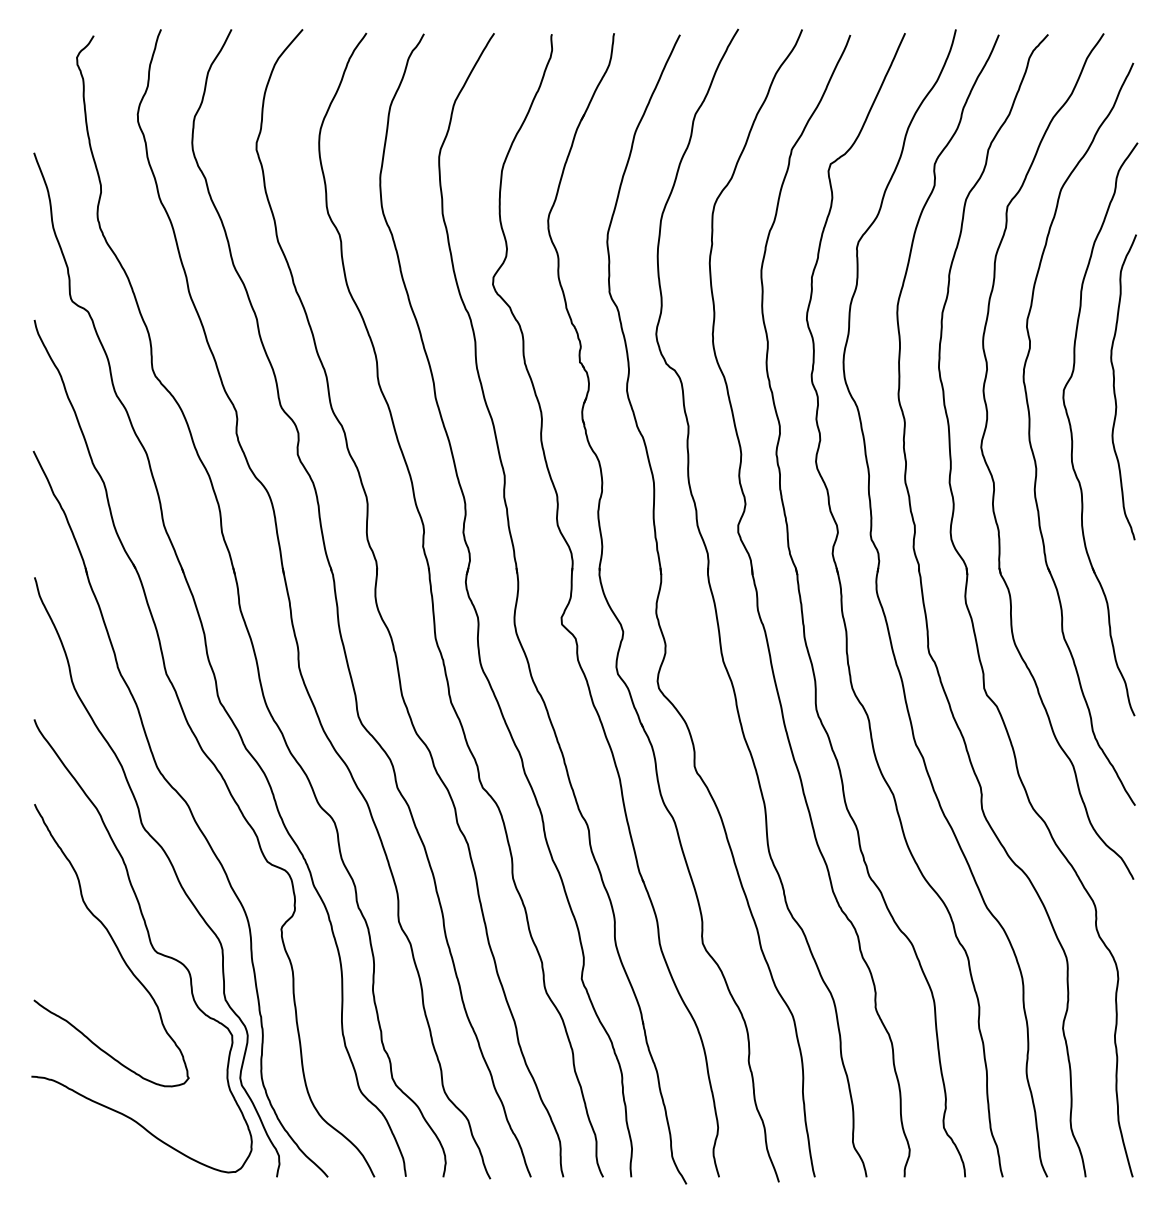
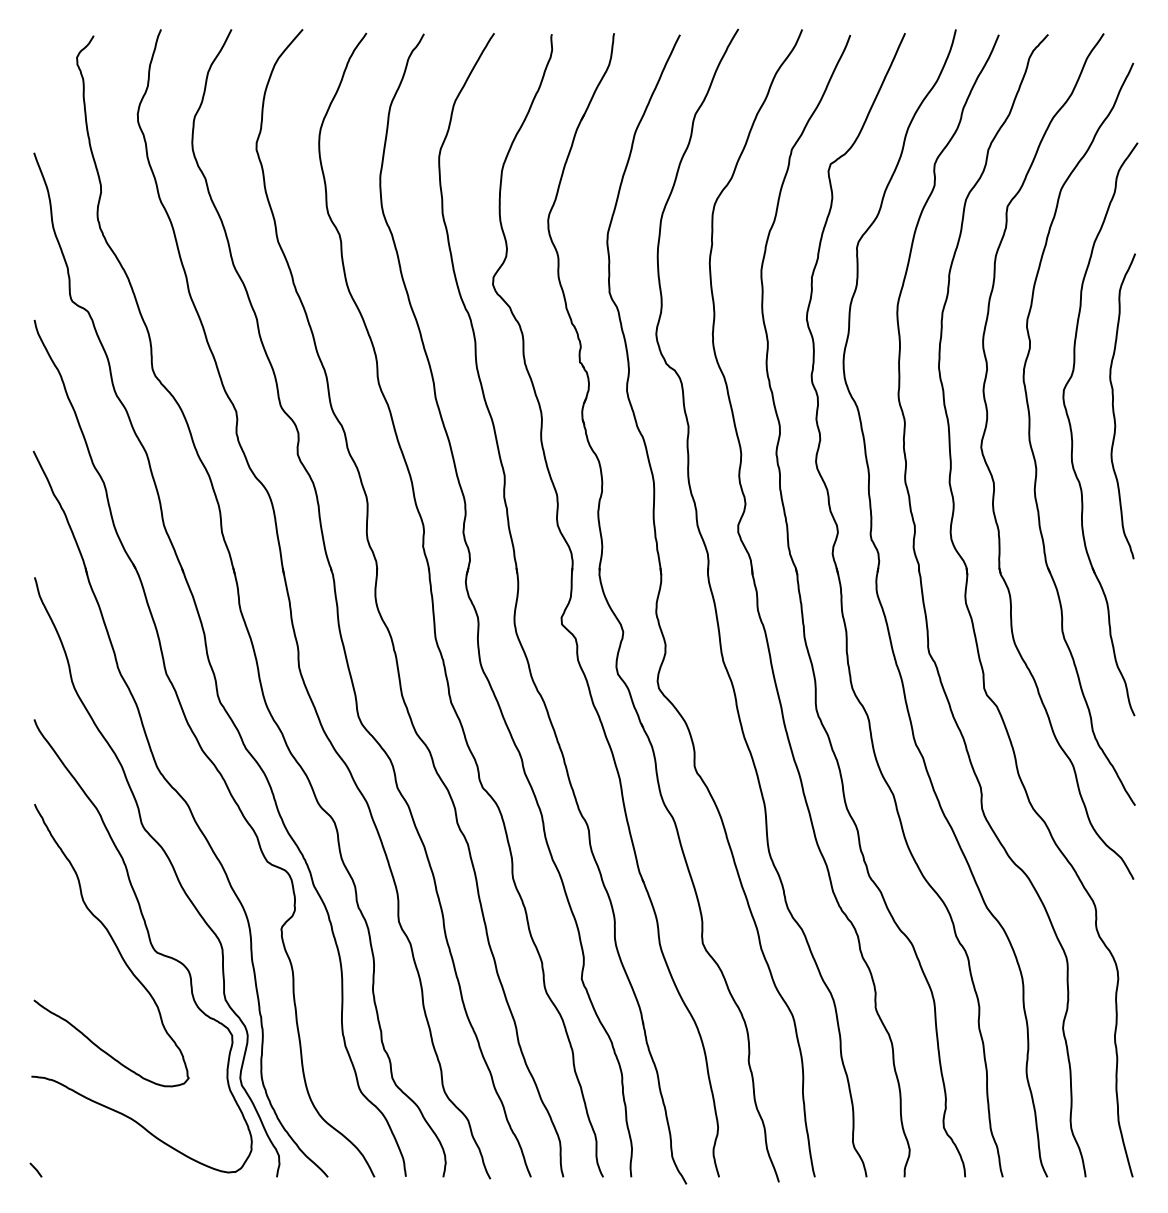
curve at (1115, 389) position: (1115, 389) -> (1114, 408)
line at (35, 1169): none -> present
